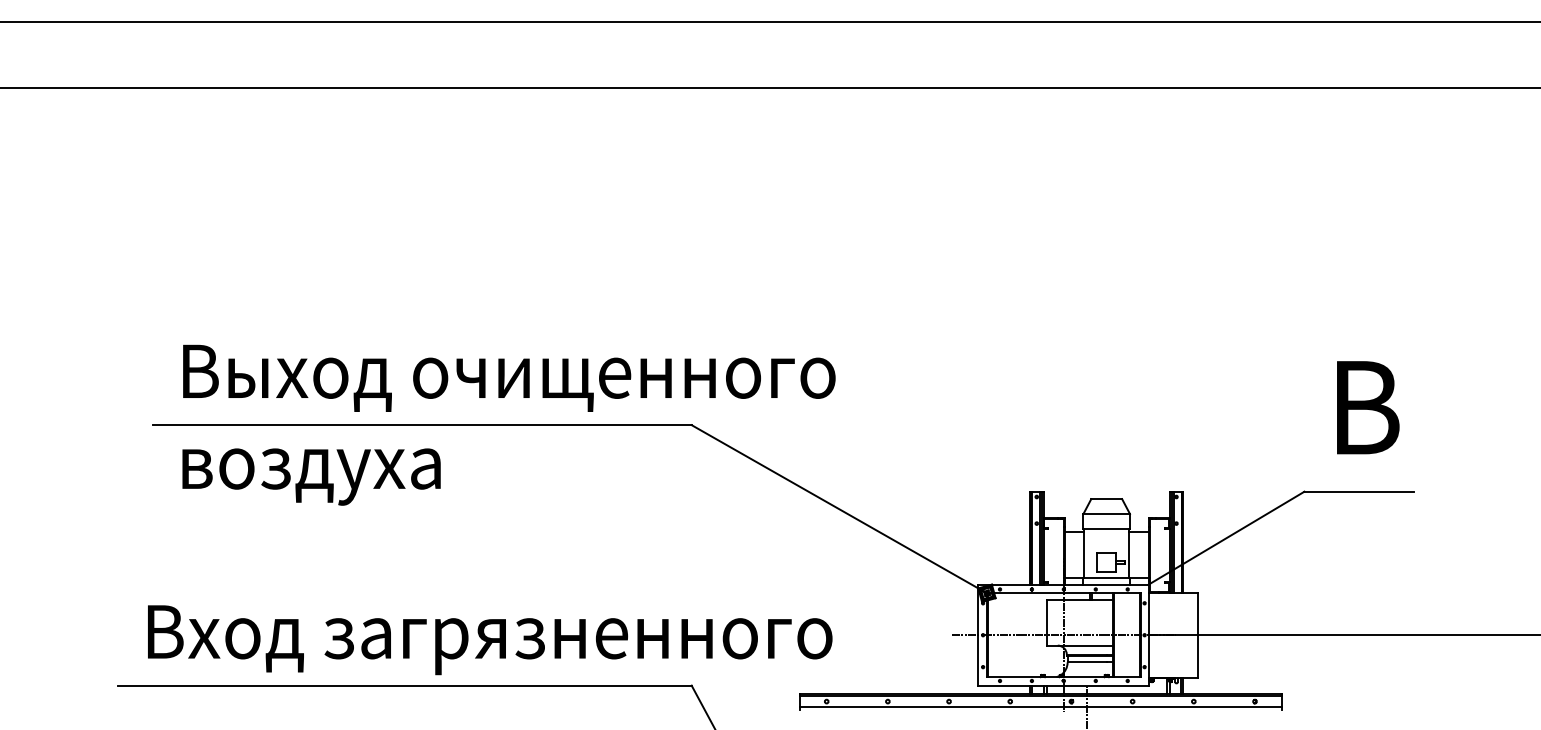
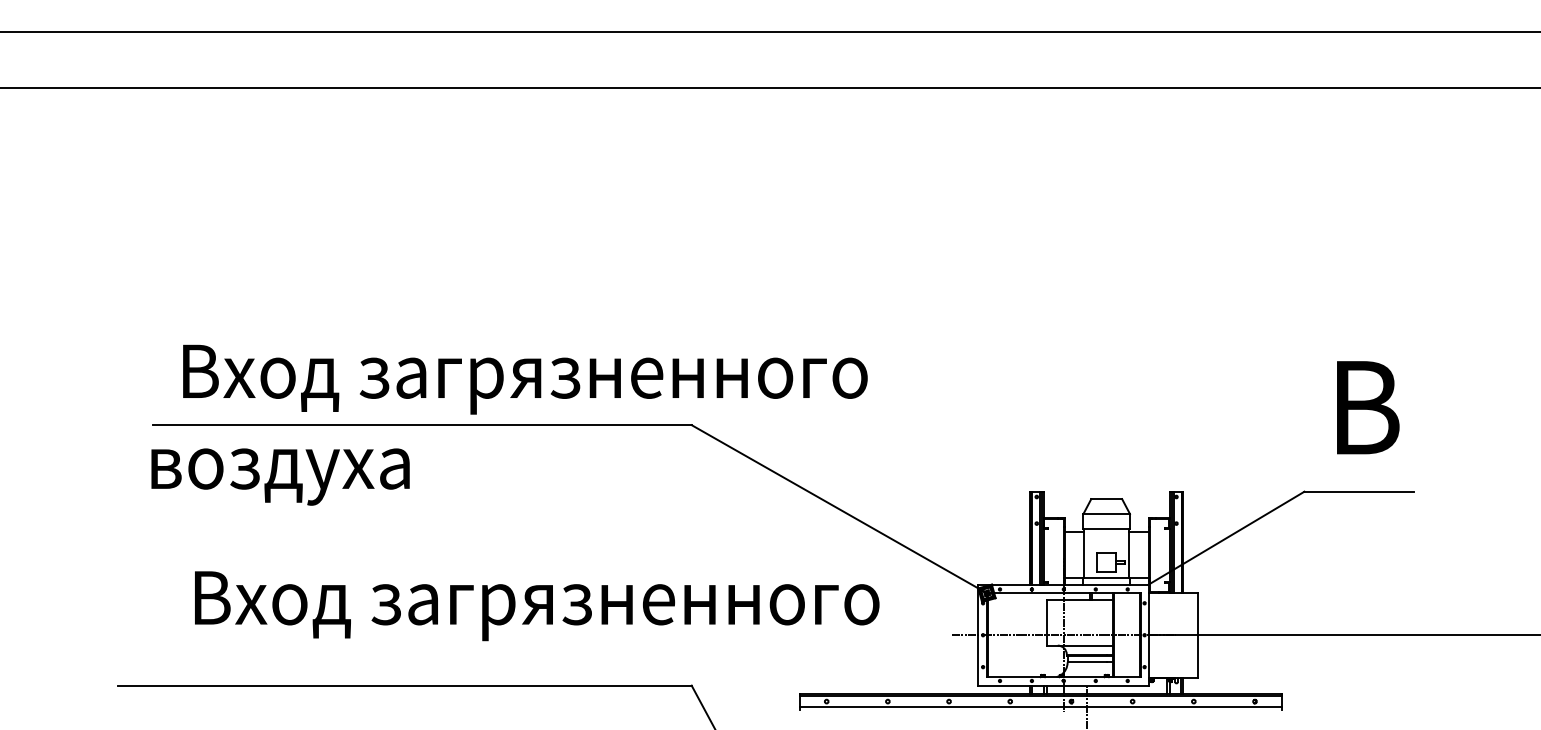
line at (769, 21) position: (769, 21) -> (769, 31)
text at (545, 385): Выход очищенного -> Вход загрязненного
text at (311, 476) position: (311, 476) -> (280, 476)
text at (490, 640) position: (490, 640) -> (537, 606)
